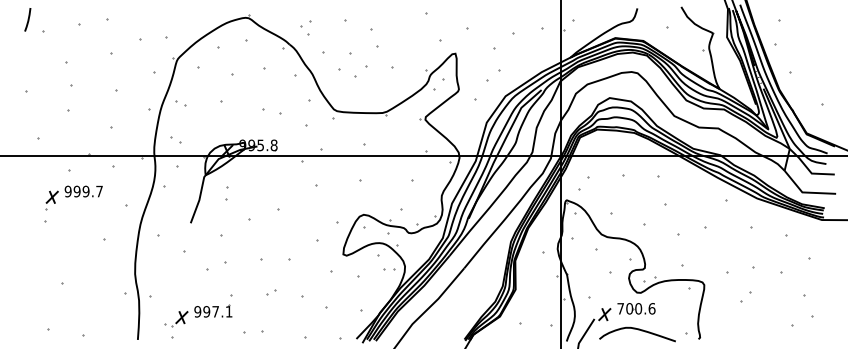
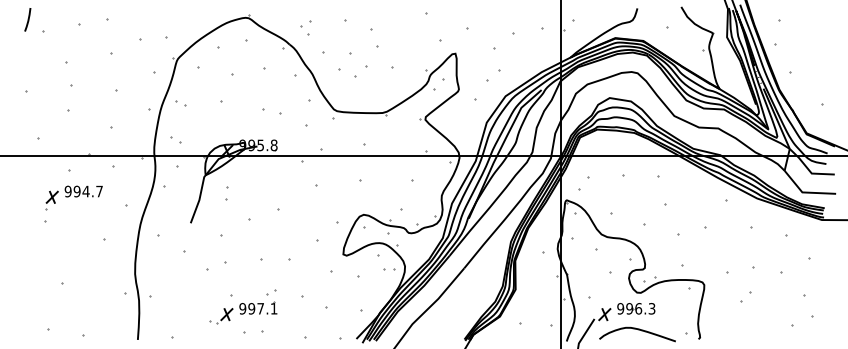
text at (85, 191): 999.7 -> 994.7
text at (636, 308): 700.6 -> 996.3
part at (198, 315) position: (198, 315) -> (243, 312)
